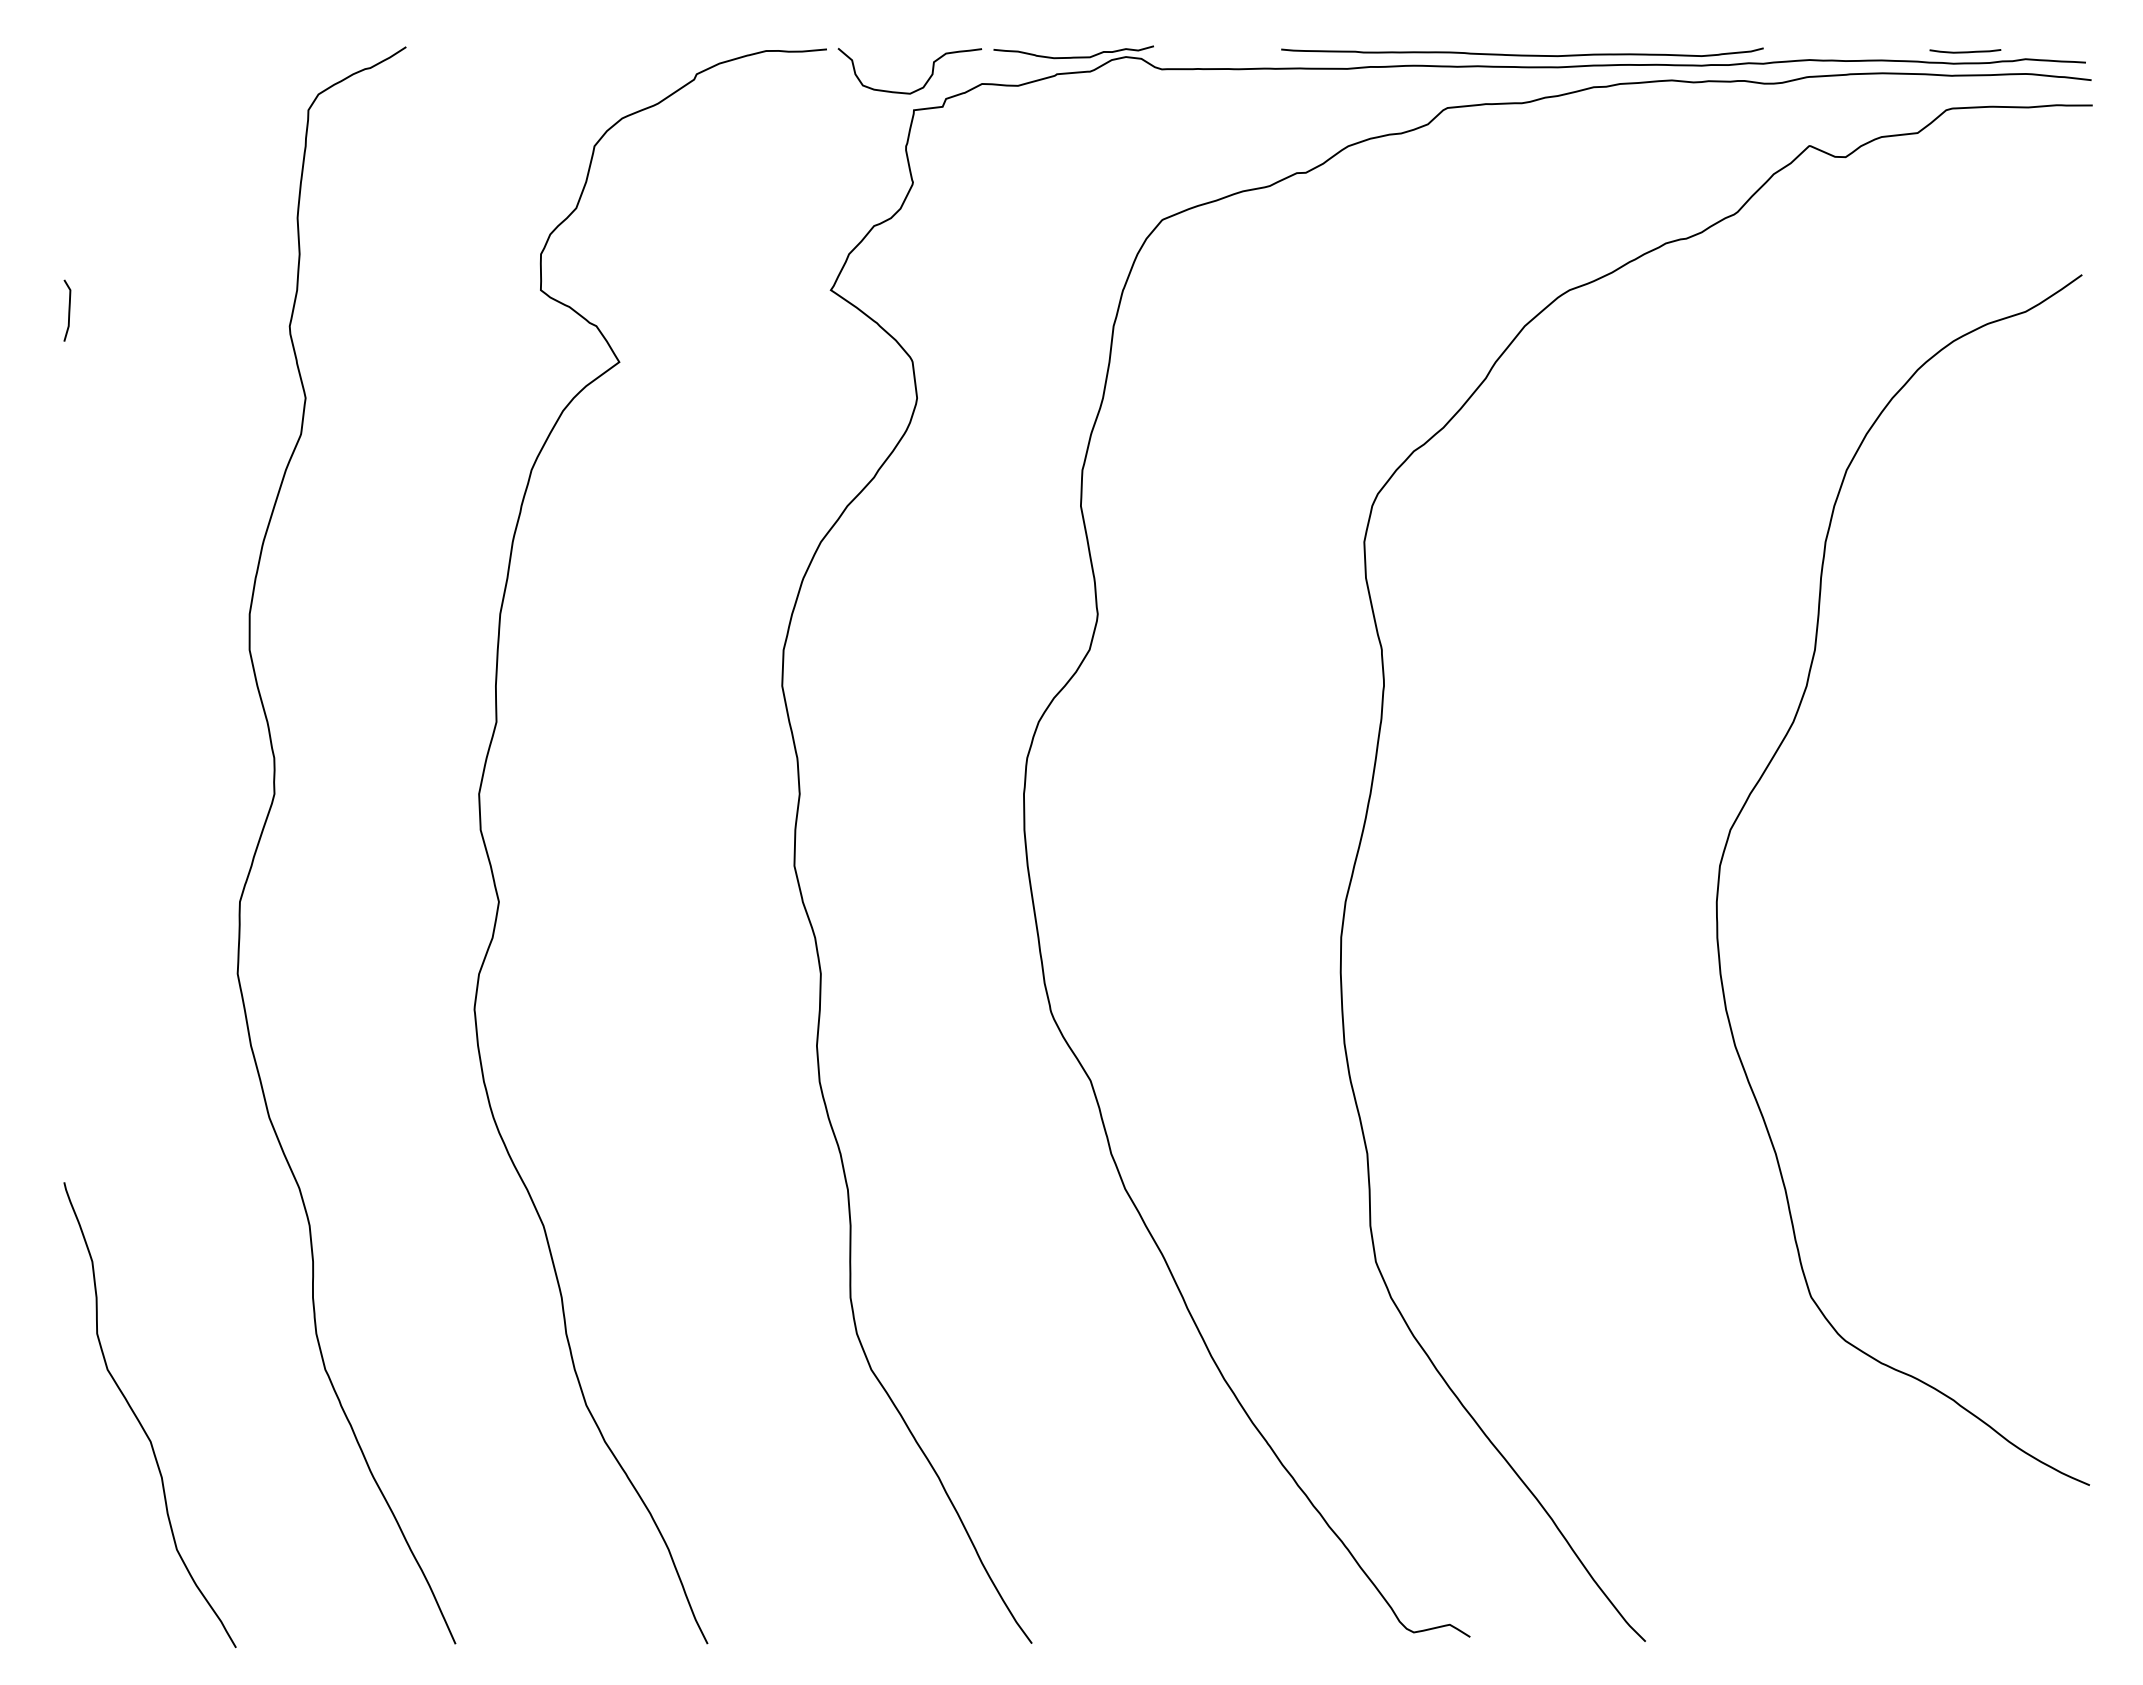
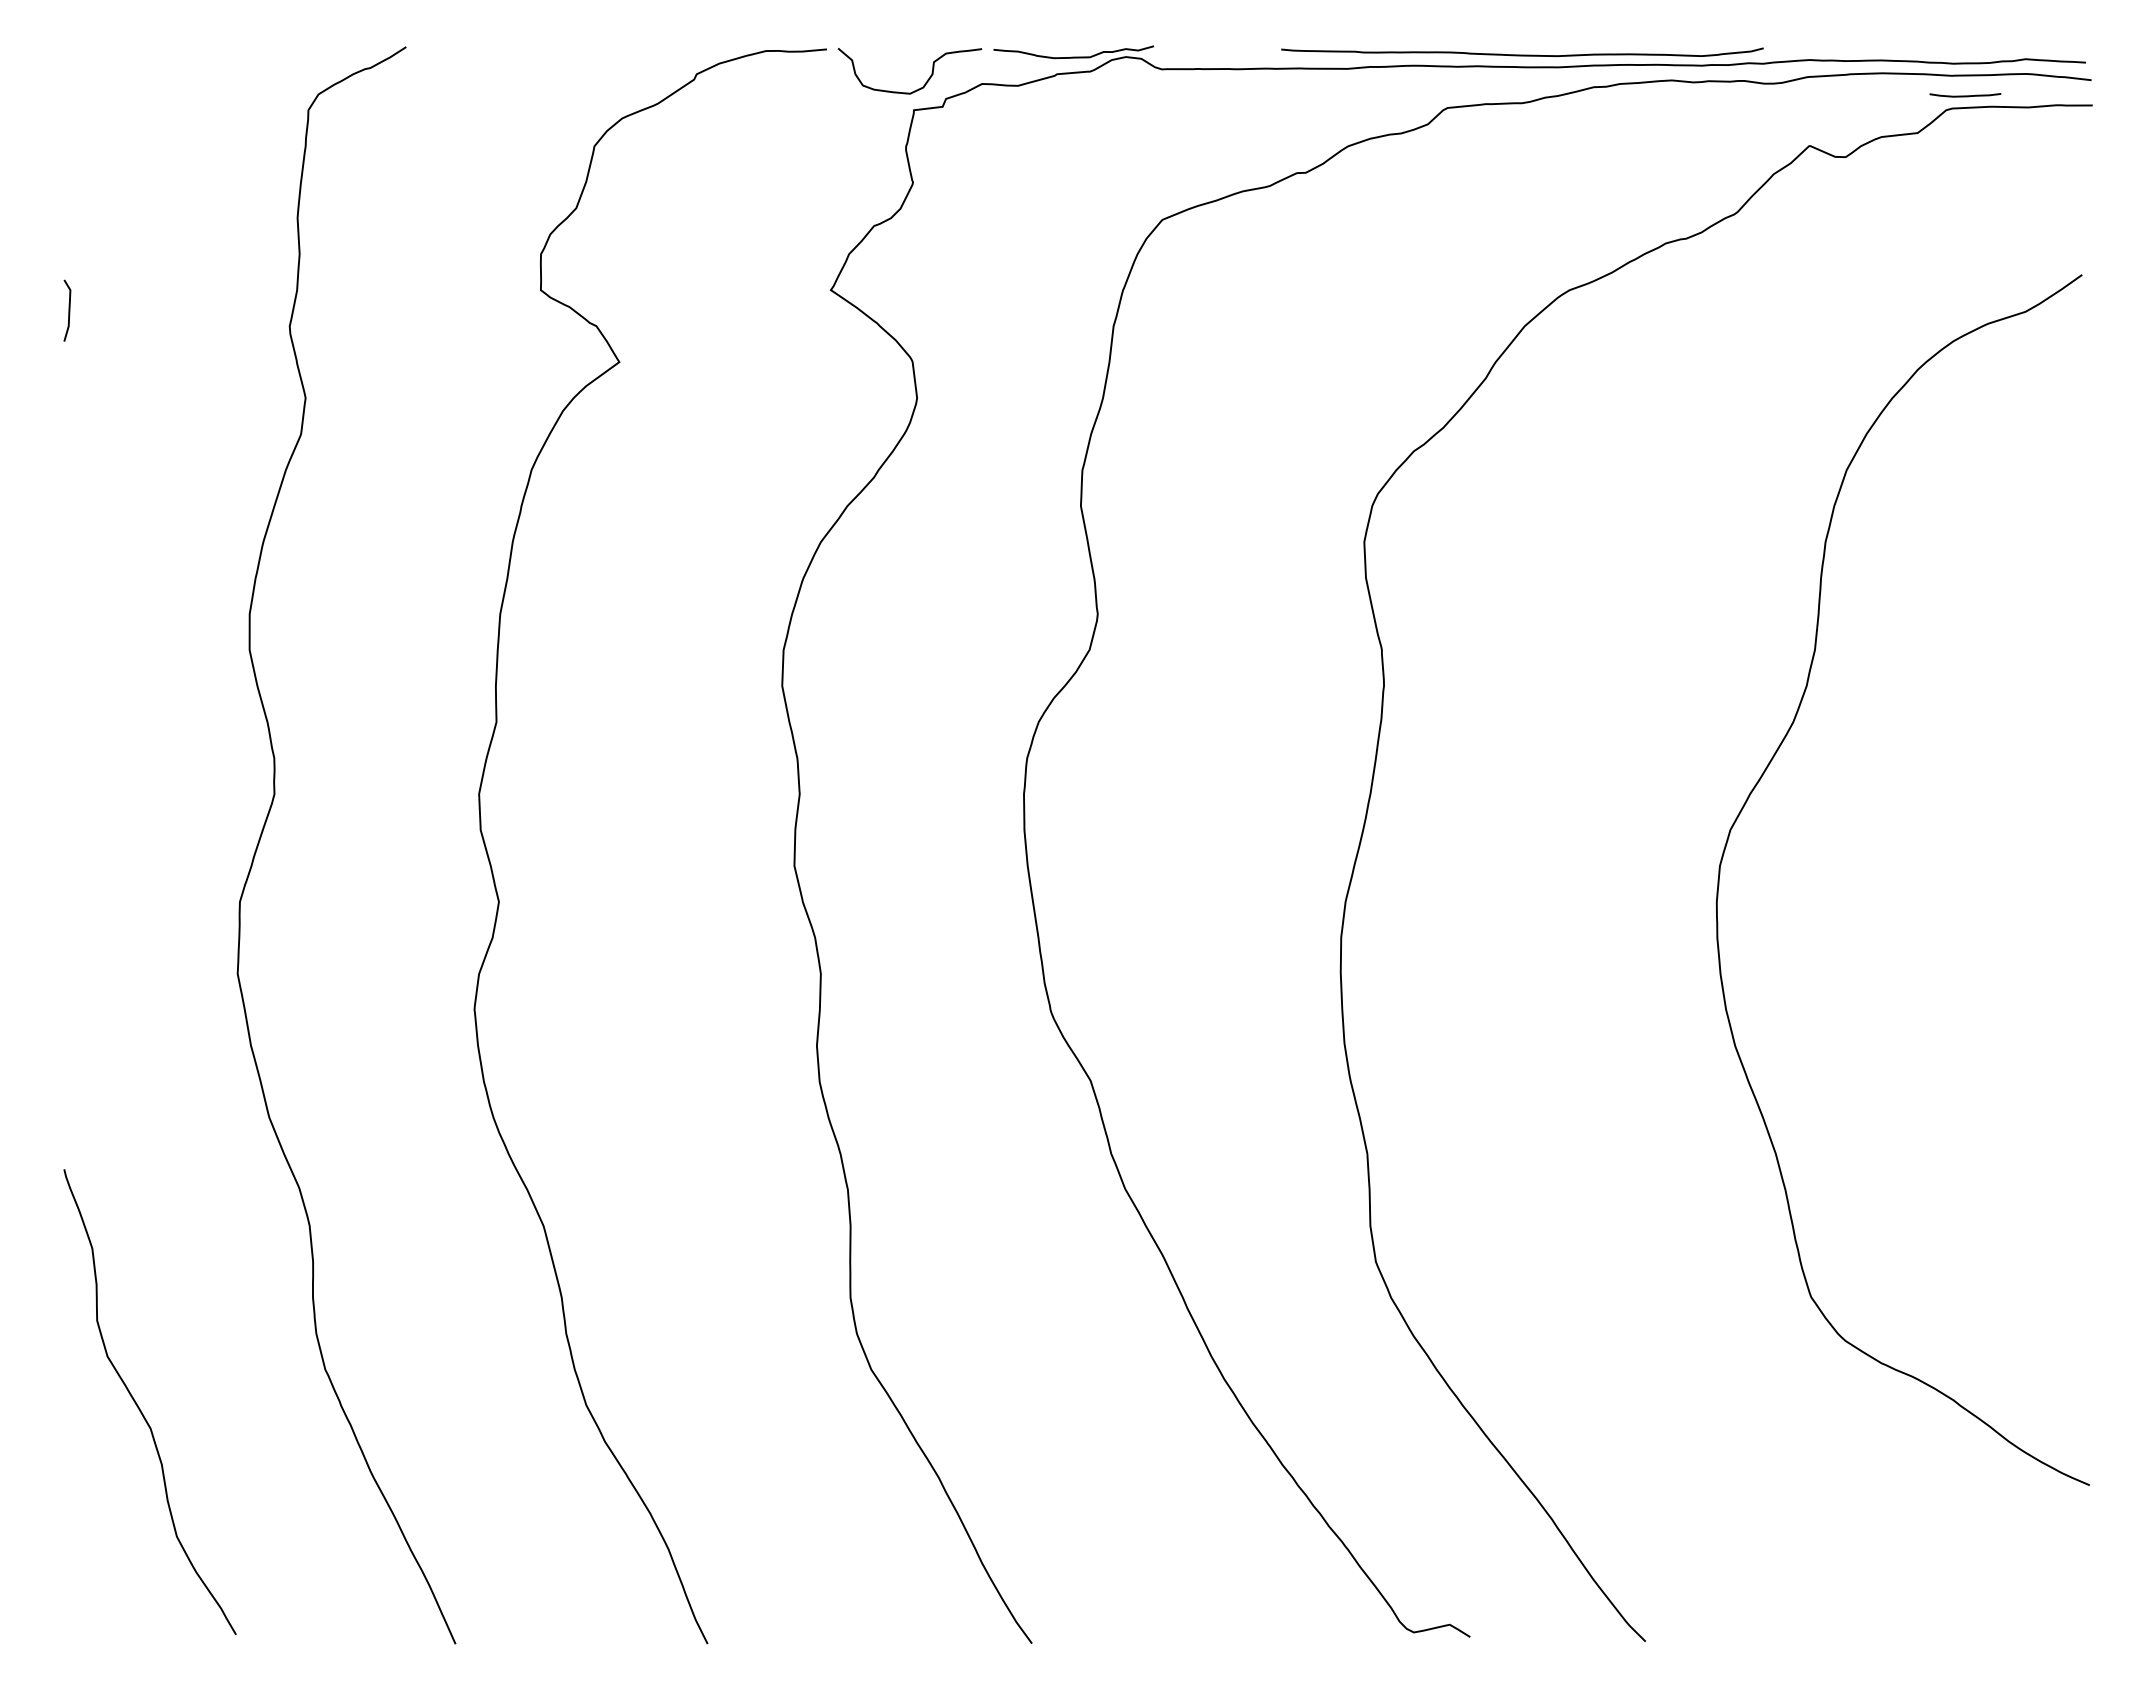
curve at (1965, 51) position: (1965, 51) -> (1965, 95)
curve at (140, 1421) position: (140, 1421) -> (140, 1408)
